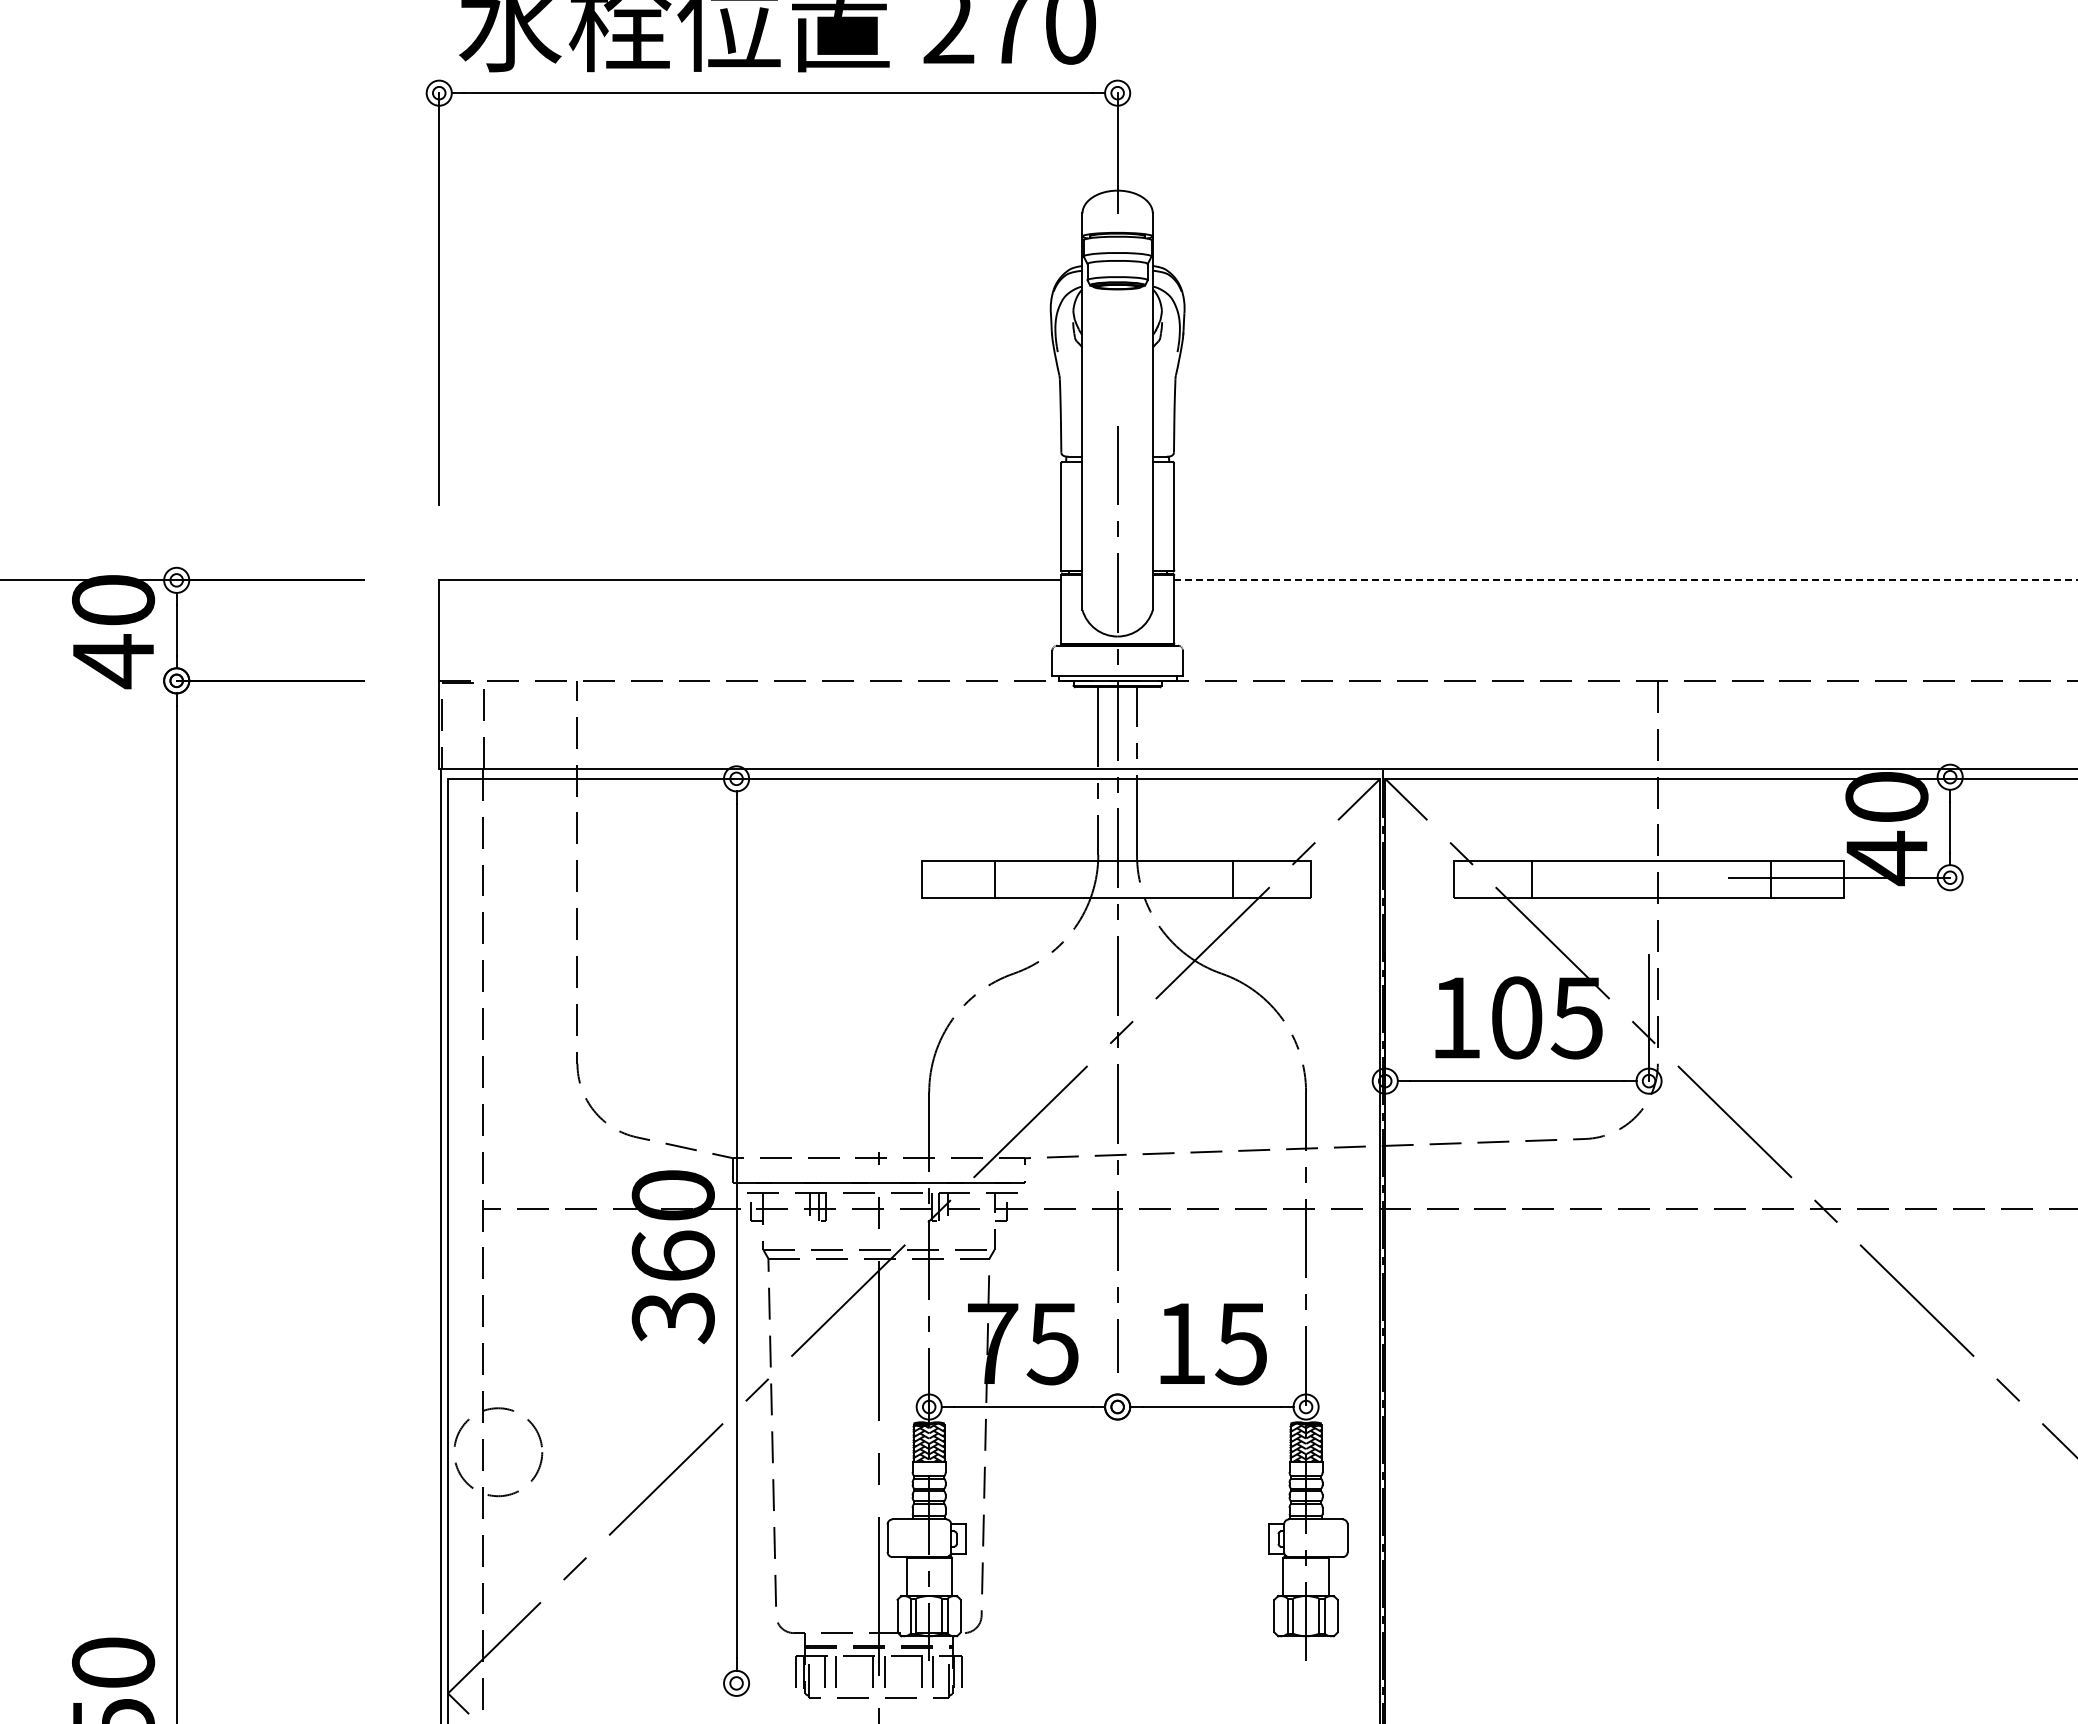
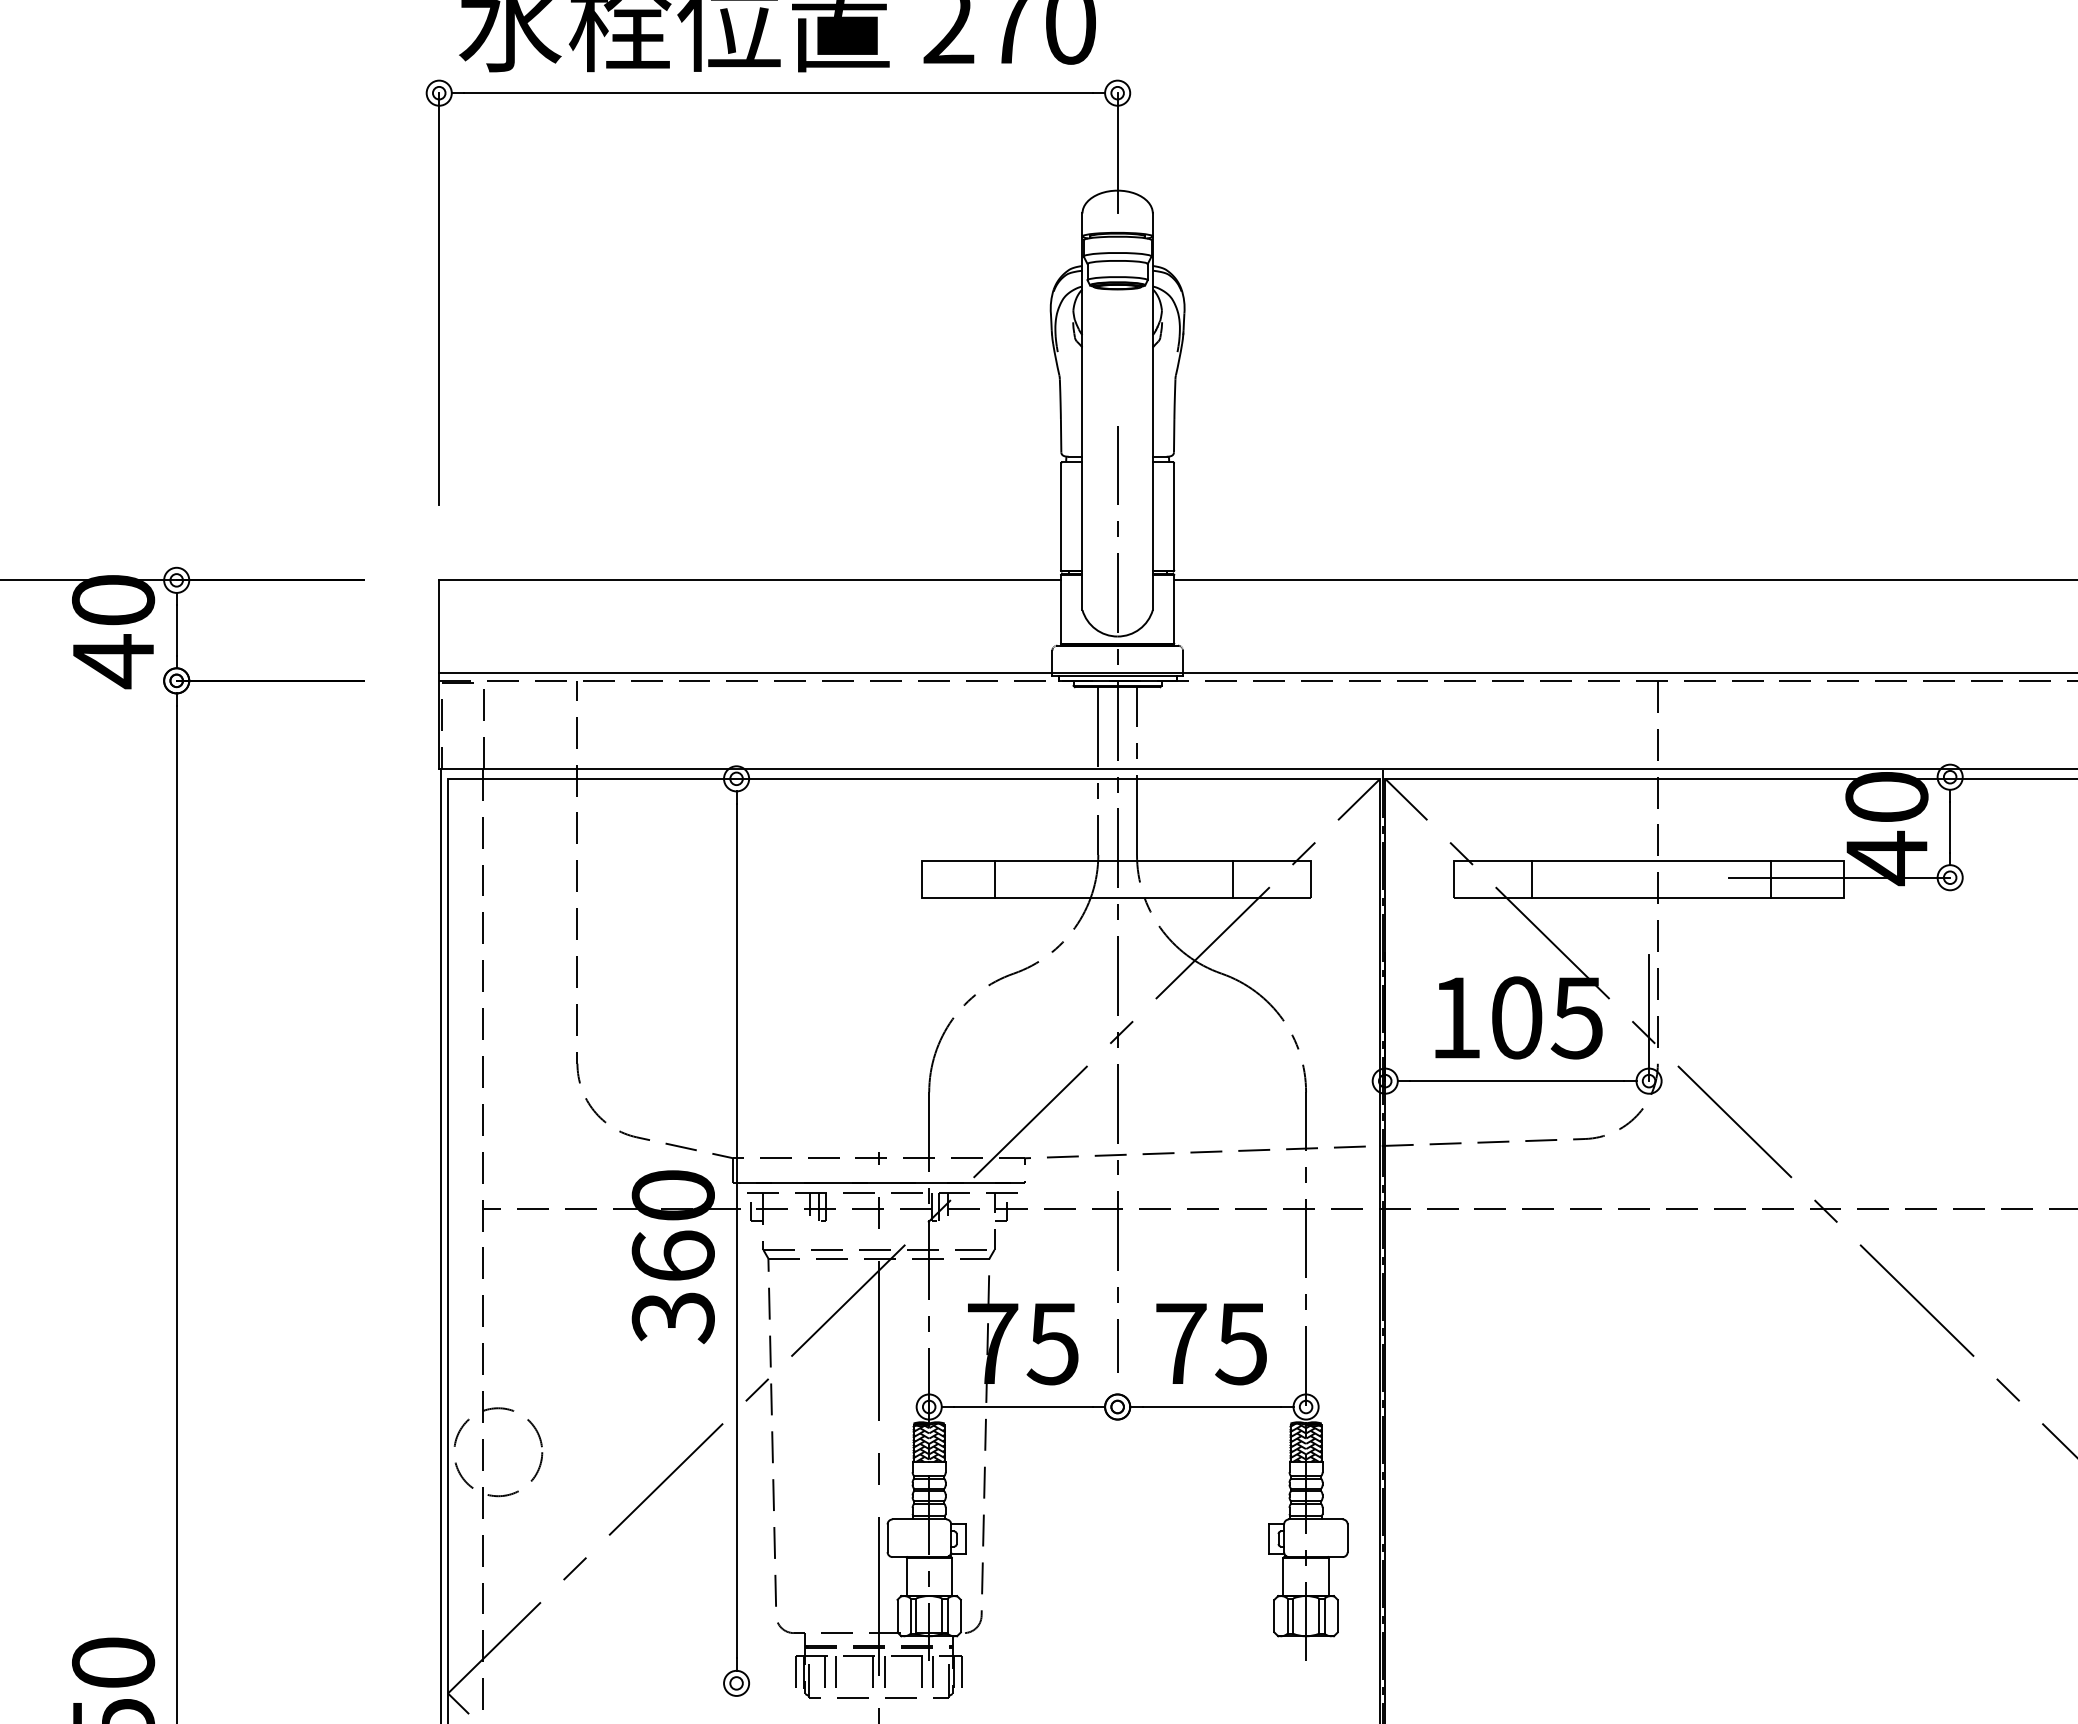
line at (1626, 580): dashed -> solid
line at (1256, 673): none -> present
text at (1181, 1343): 15 -> 75
